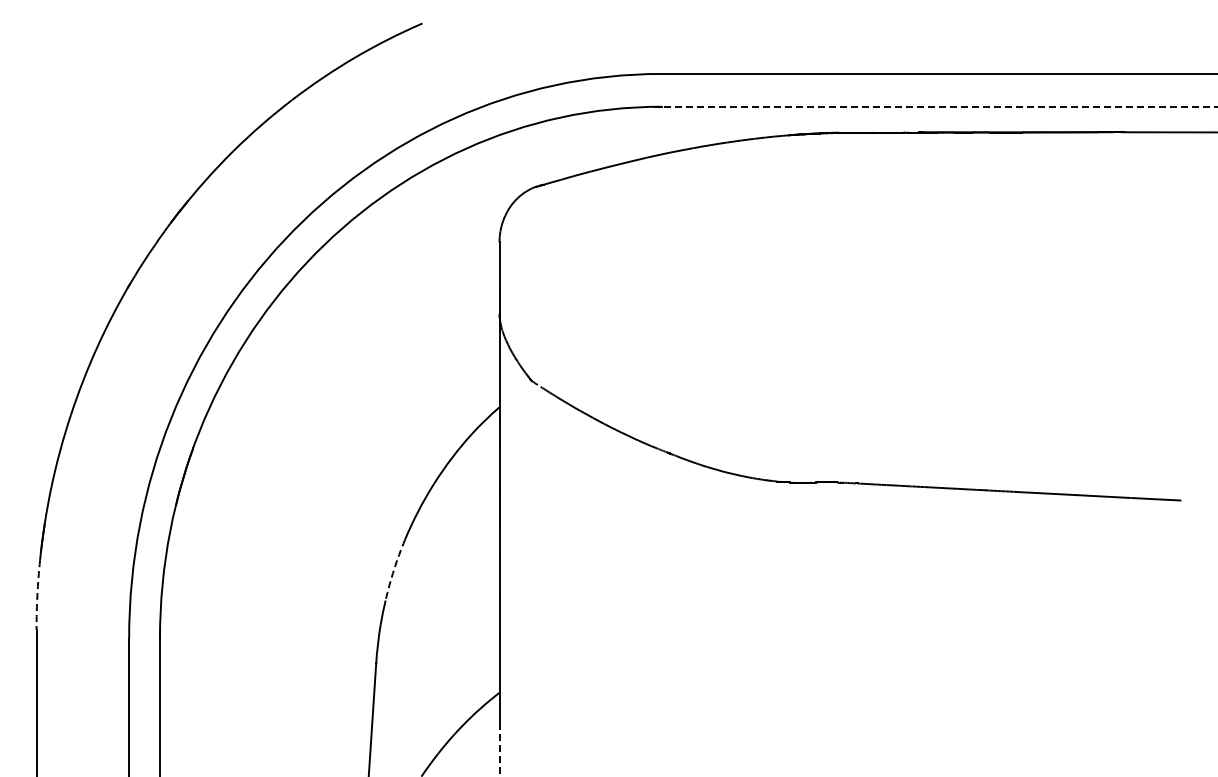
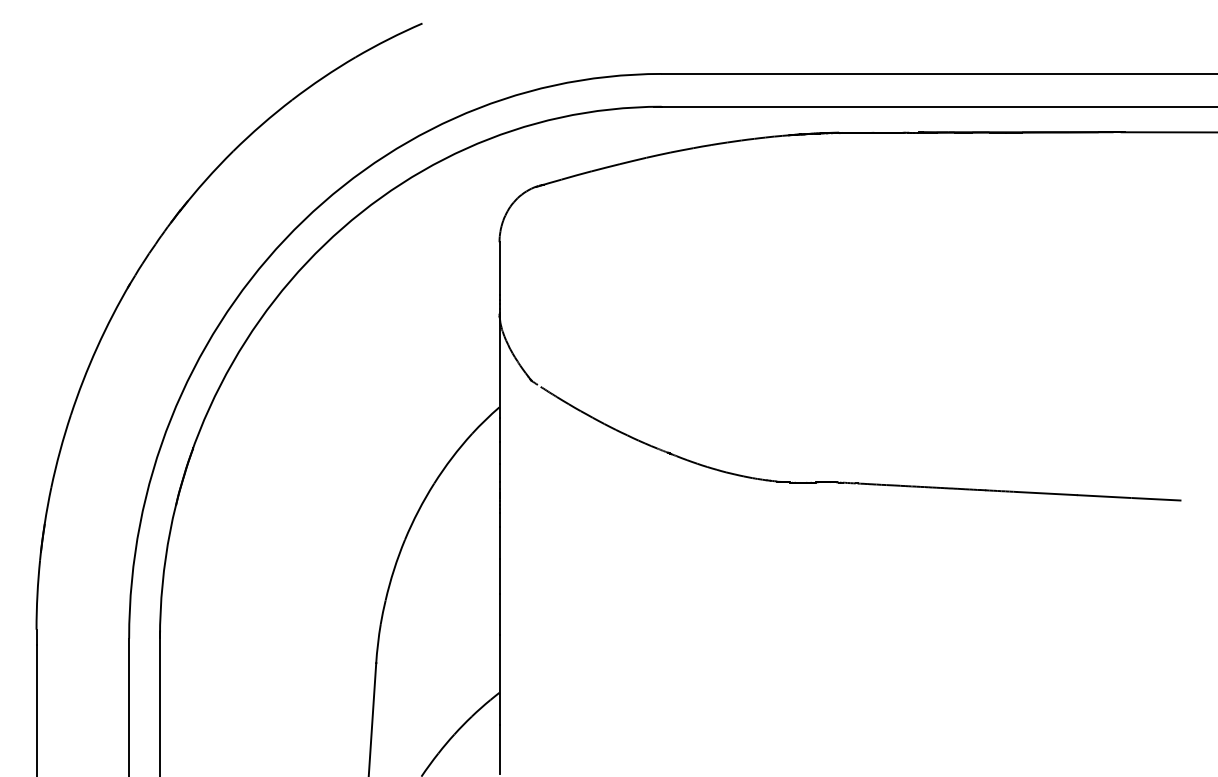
line at (939, 106): dashed -> solid
arc at (394, 569): dashed -> solid
arc at (37, 594): dashed -> solid
line at (499, 749): dashed -> solid
